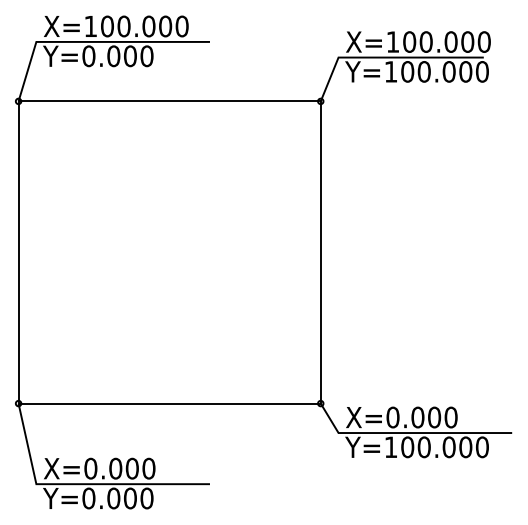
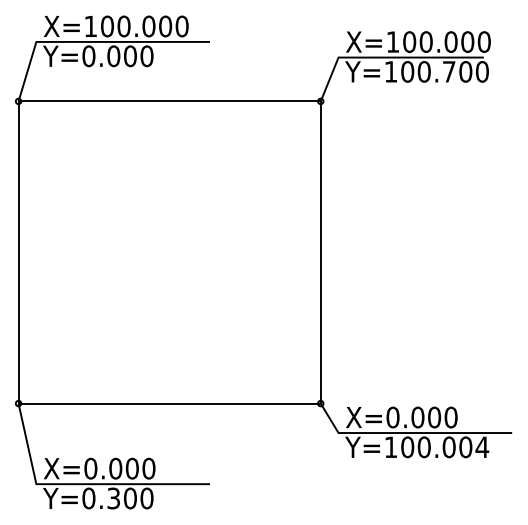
text at (448, 71): Y=100.000 -> Y=100.700
text at (482, 447): Y=100.000 -> Y=100.004
text at (113, 498): Y=0.000 -> Y=0.300
